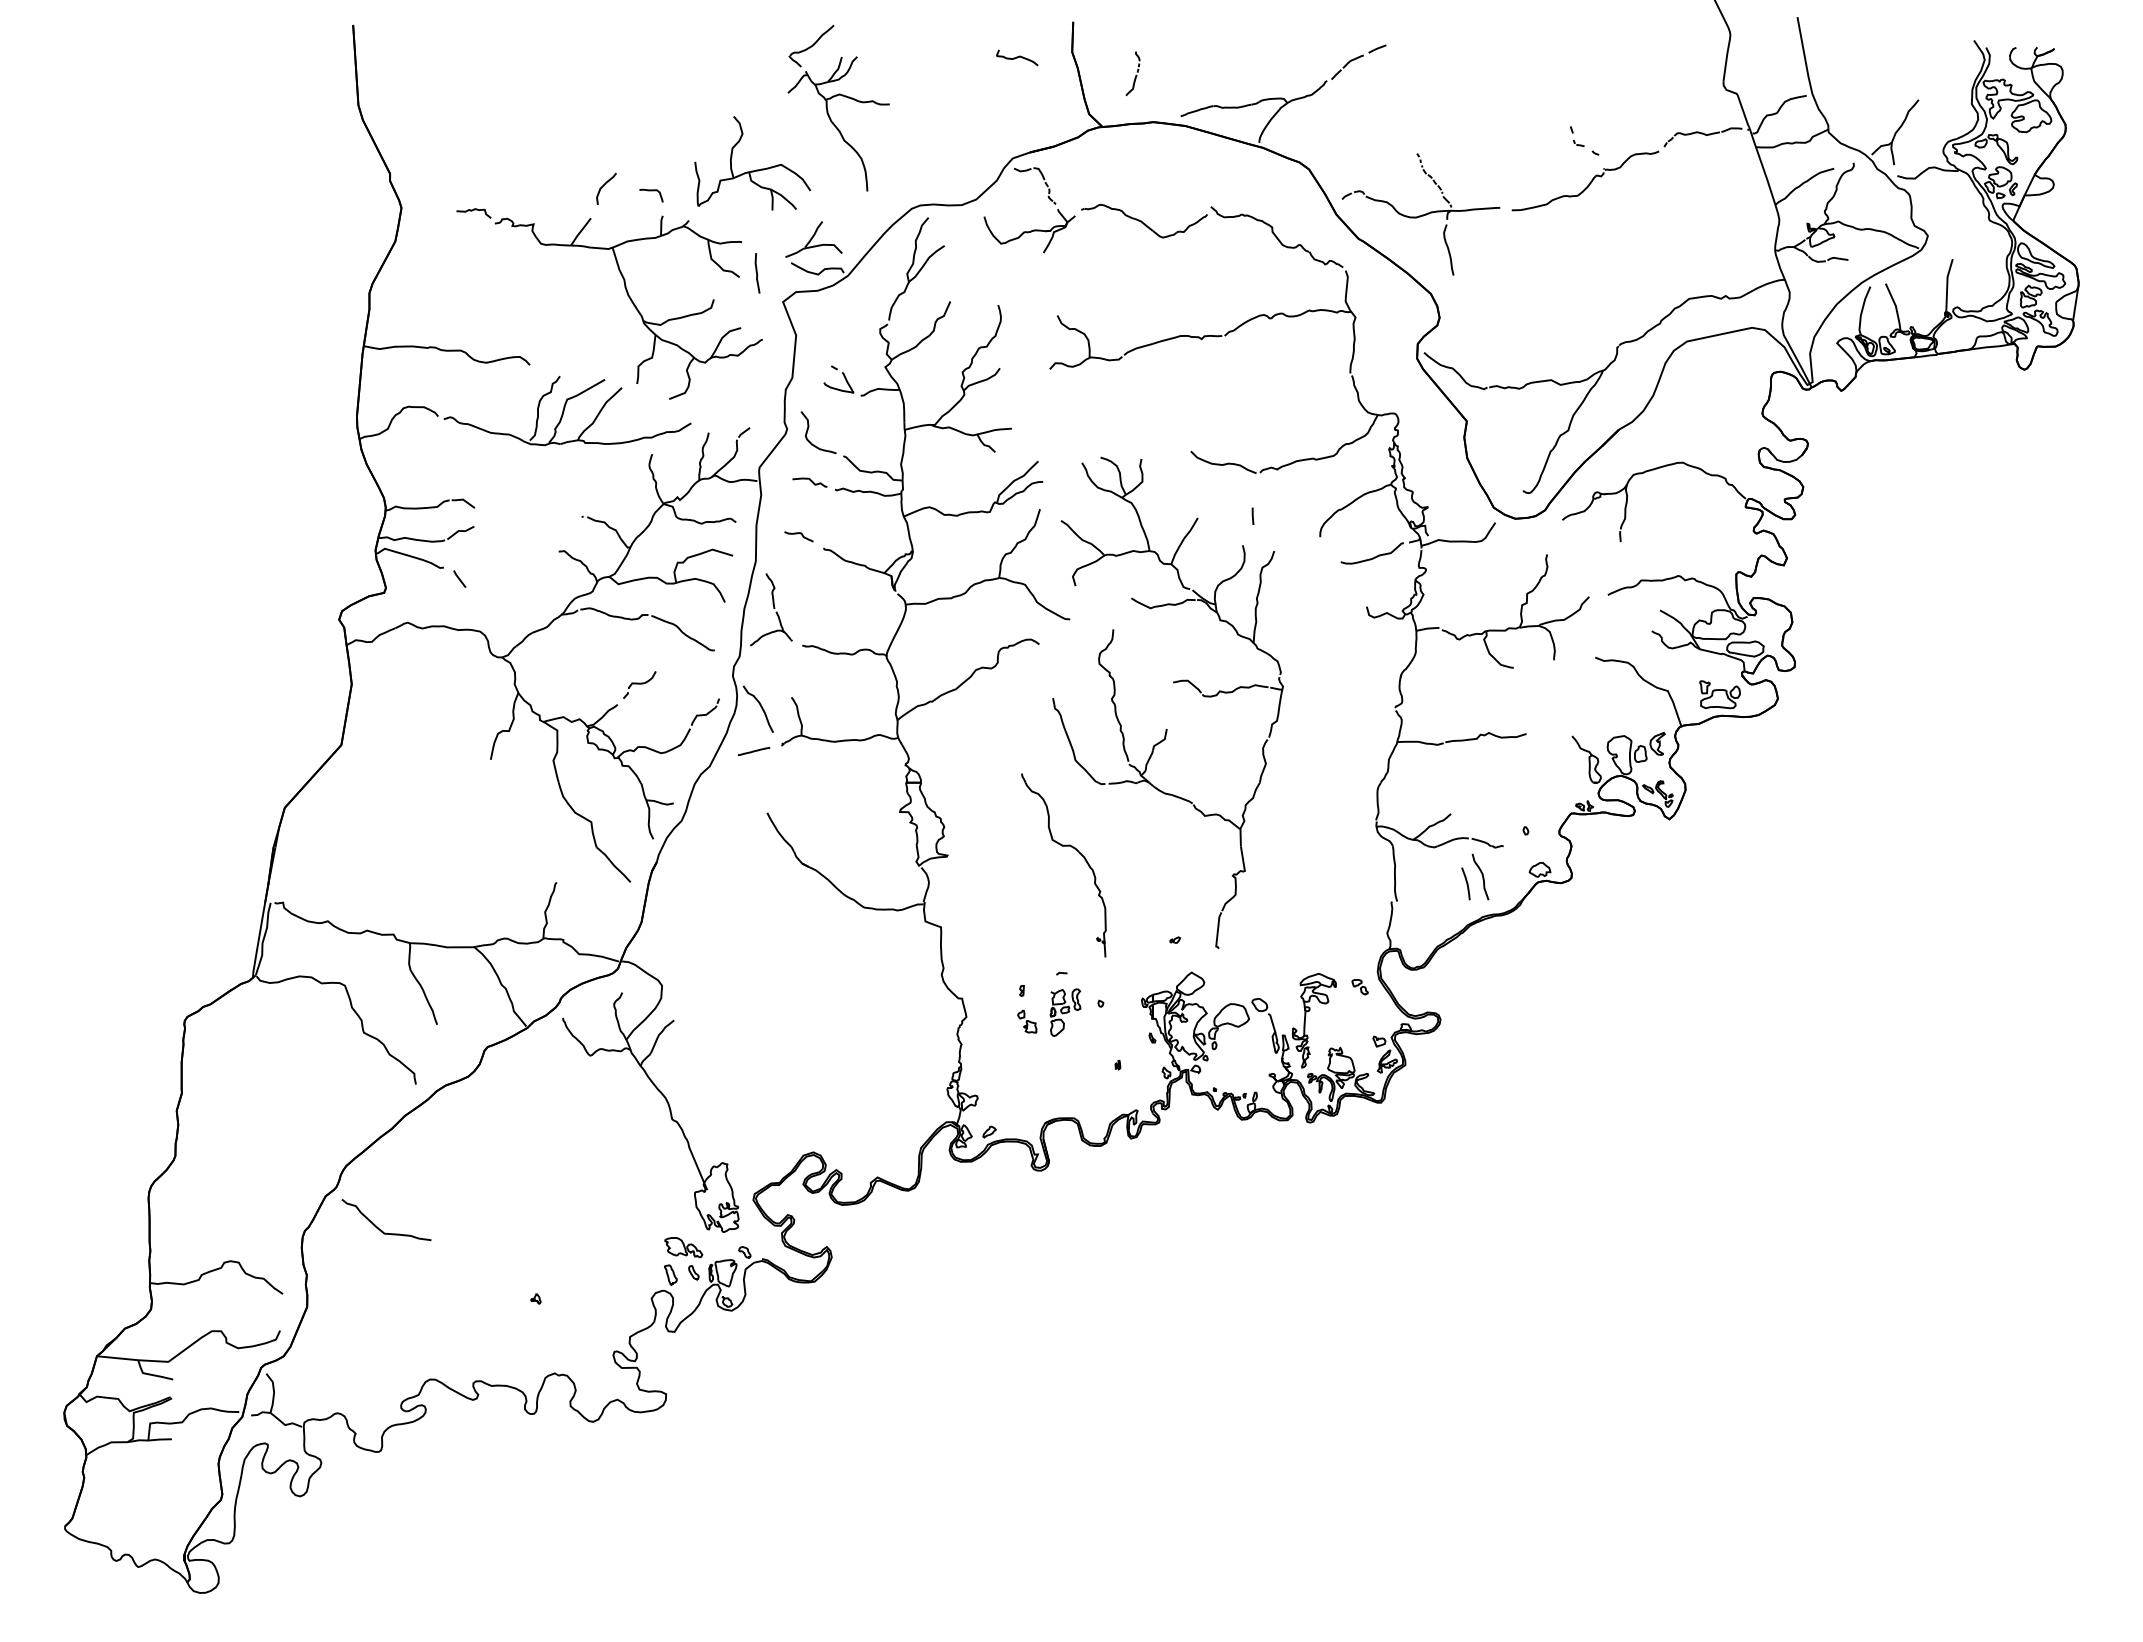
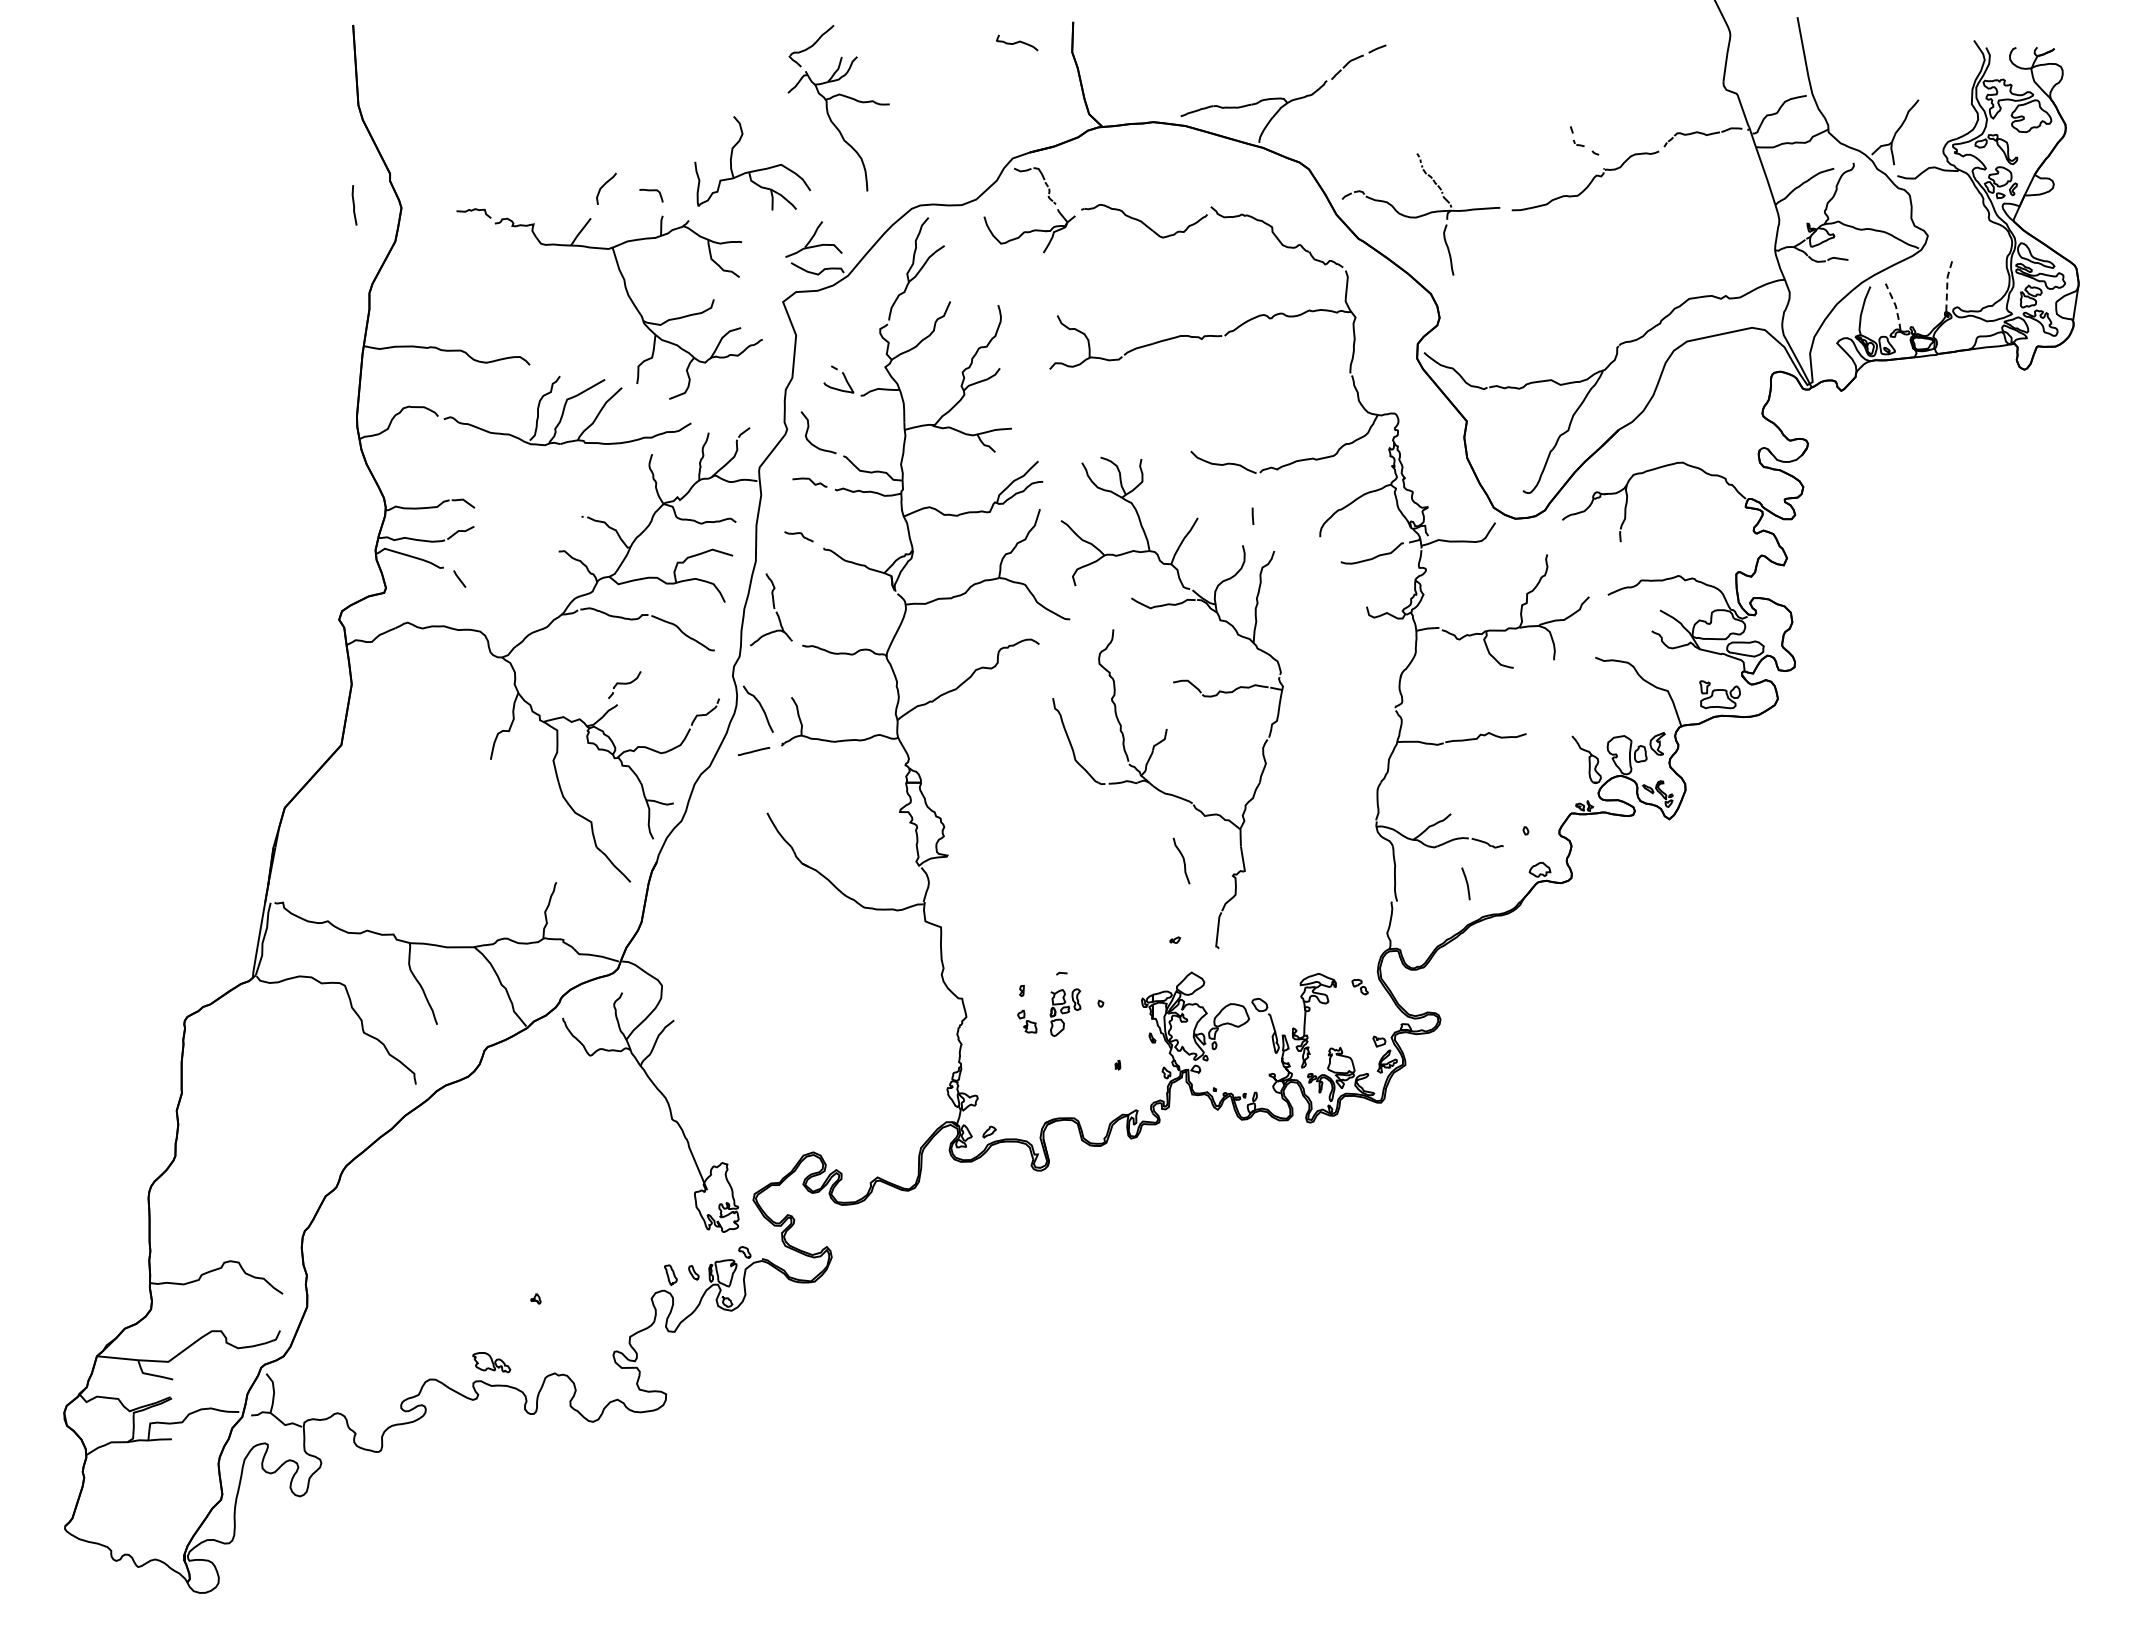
part at (1017, 57) position: (1017, 57) -> (1017, 42)
part at (1132, 73): present -> none
curve at (757, 273) position: (757, 273) -> (354, 205)
line at (1947, 283): solid -> dashed
line at (1895, 305): solid -> dashed
part at (639, 684) position: (639, 684) -> (624, 684)
part at (1063, 846): present -> none
curve at (1482, 876) position: (1482, 876) -> (1183, 860)
curve at (381, 1229): present -> none
part at (683, 1247) position: (683, 1247) -> (491, 1362)
